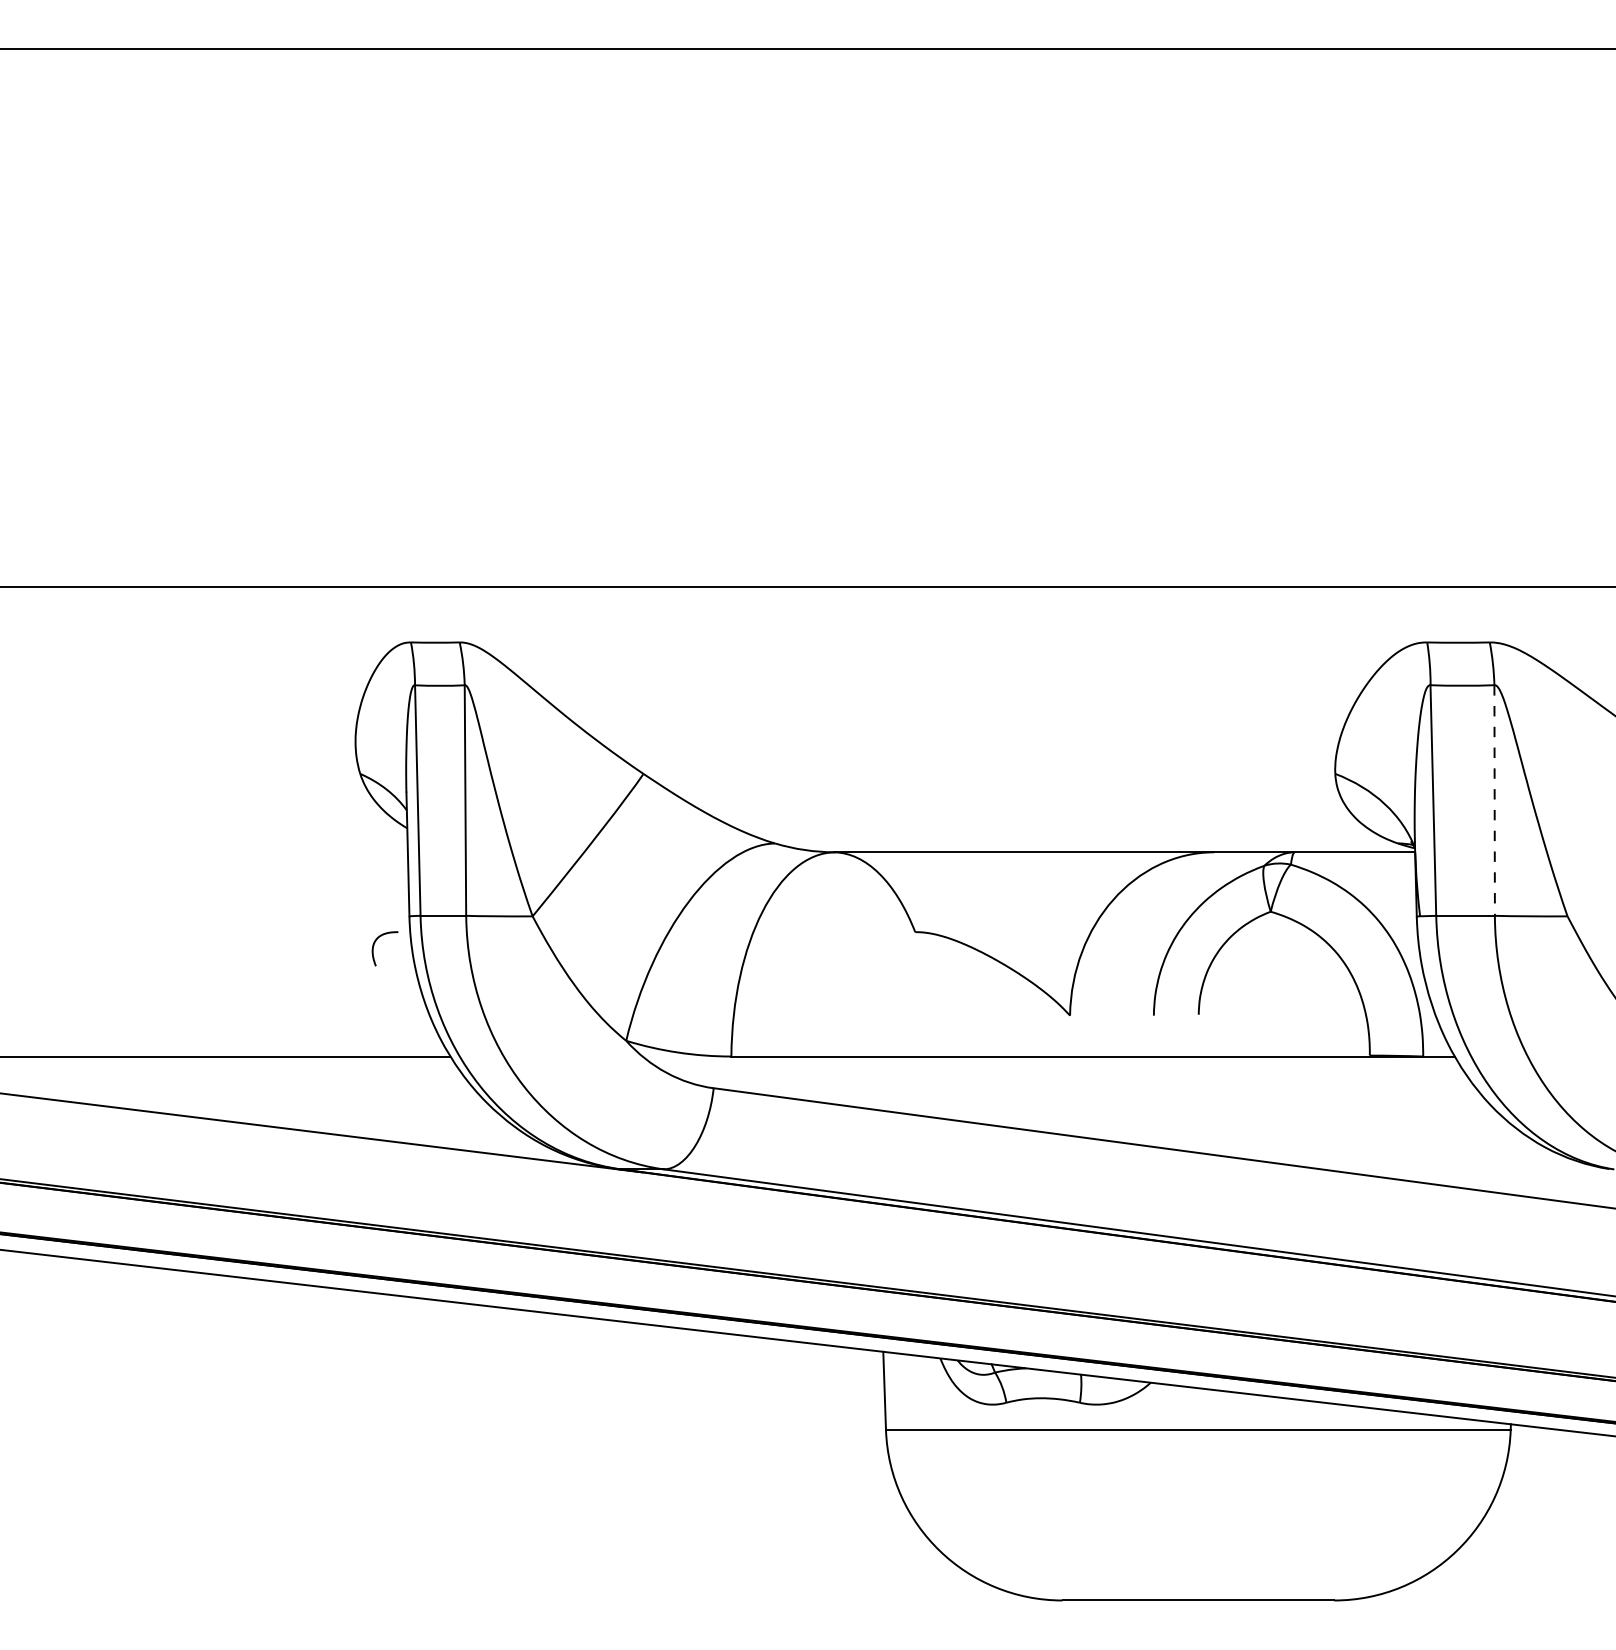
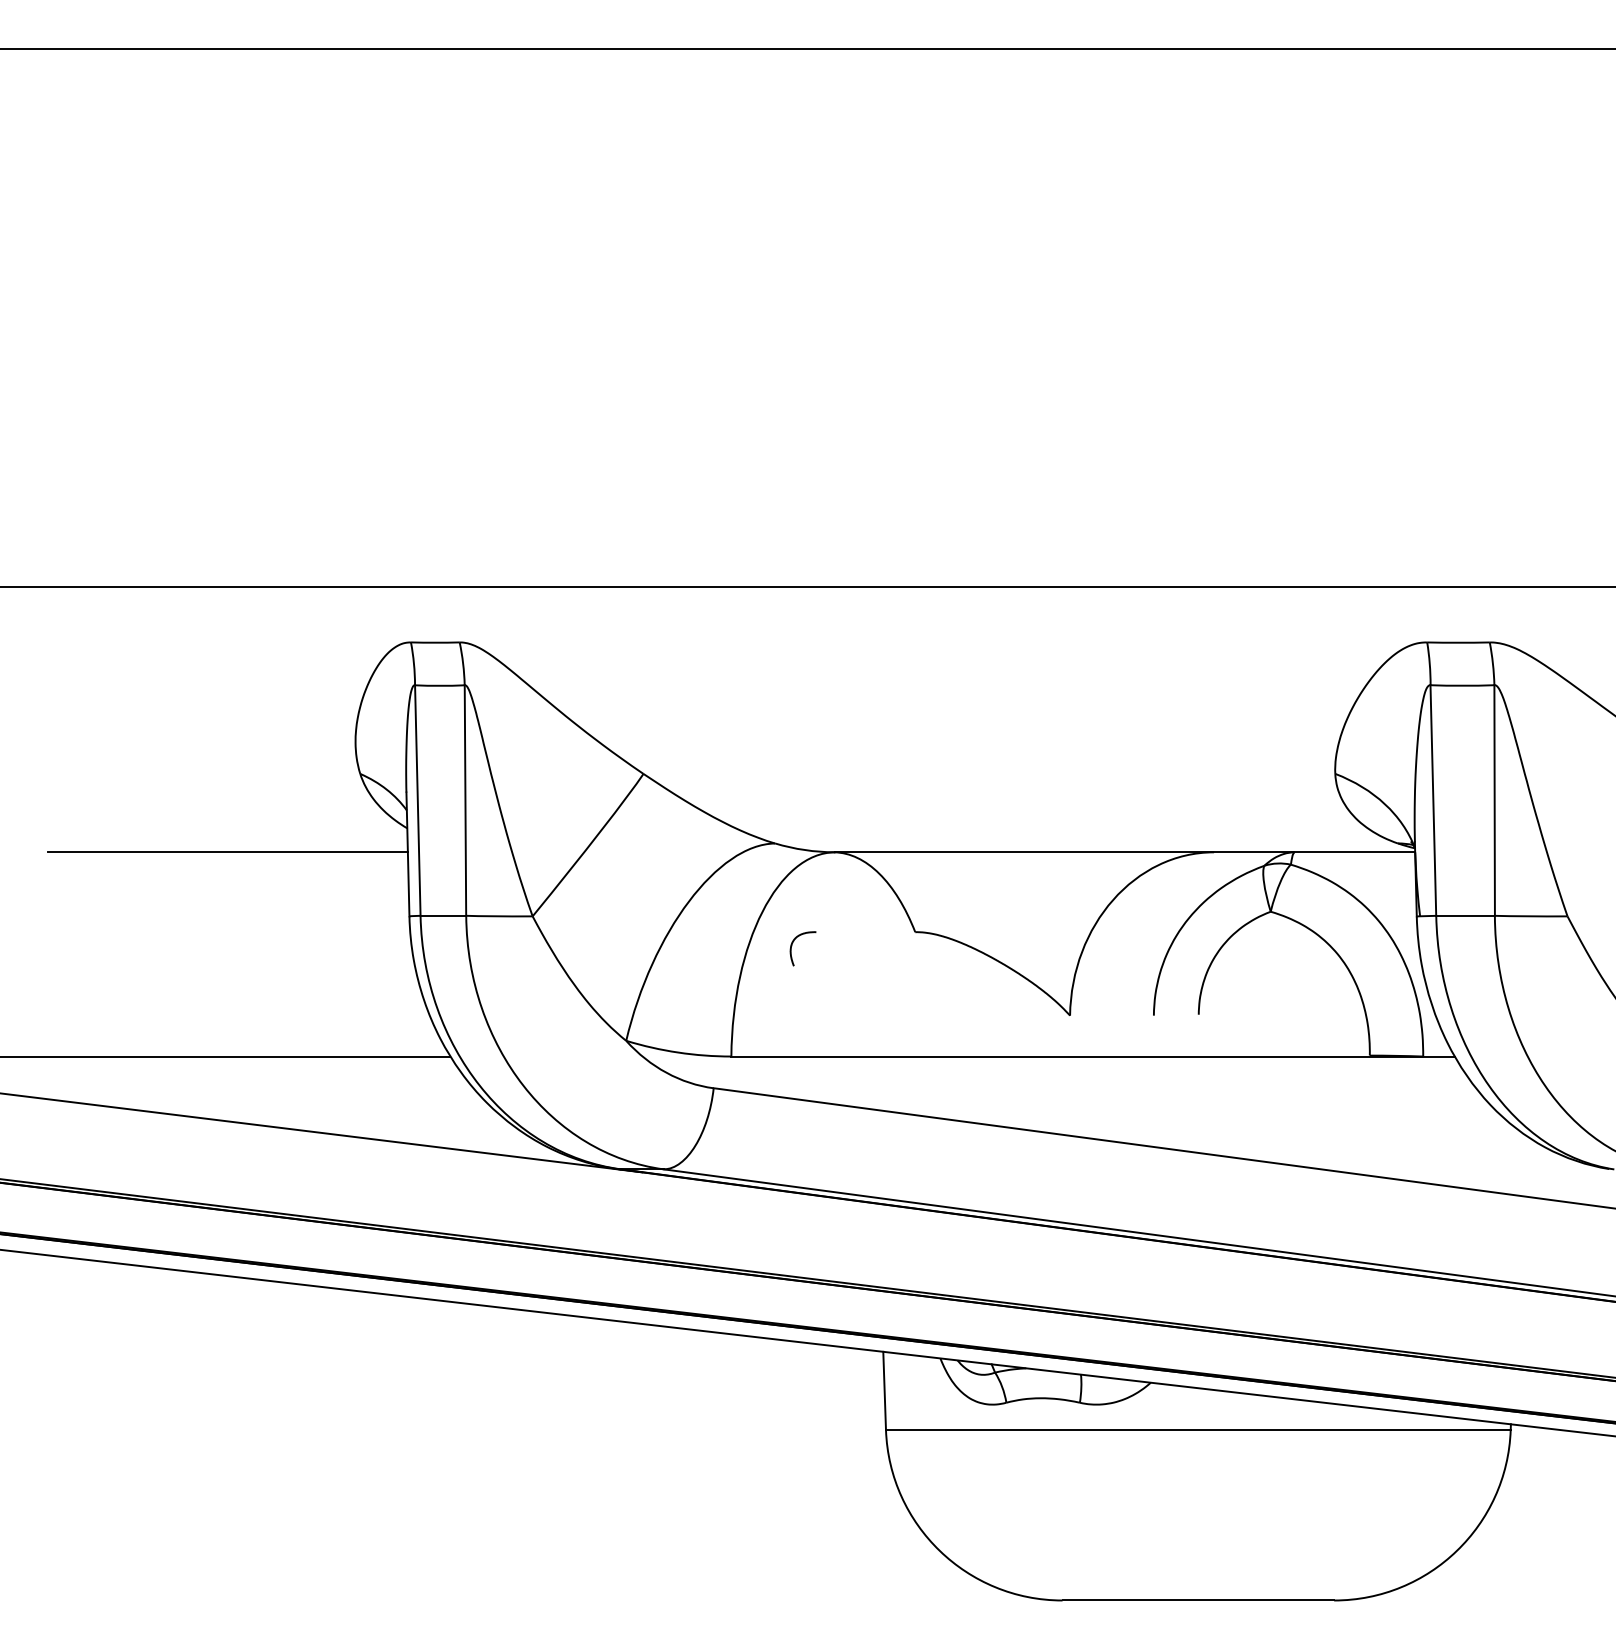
line at (1494, 801): dashed -> solid
line at (227, 852): none -> present
curve at (374, 946) position: (374, 946) -> (792, 946)
